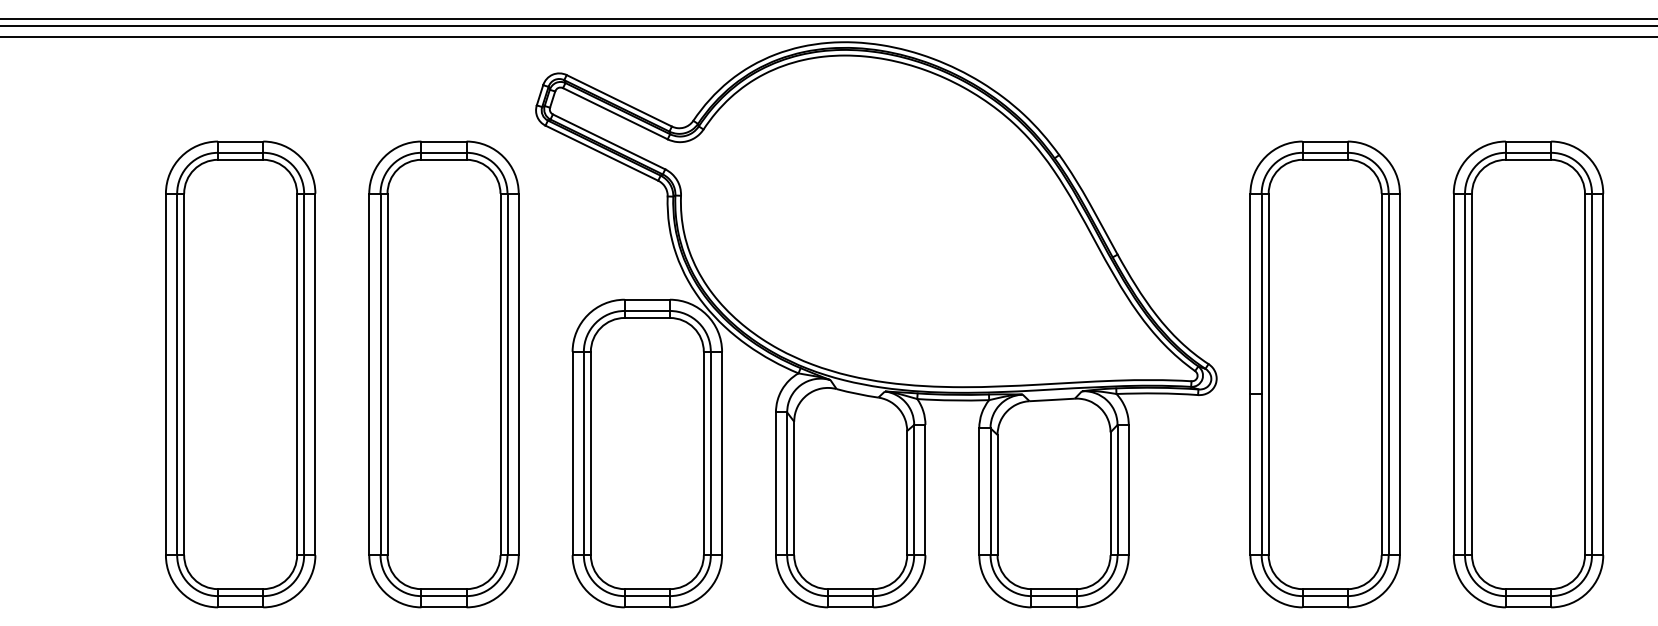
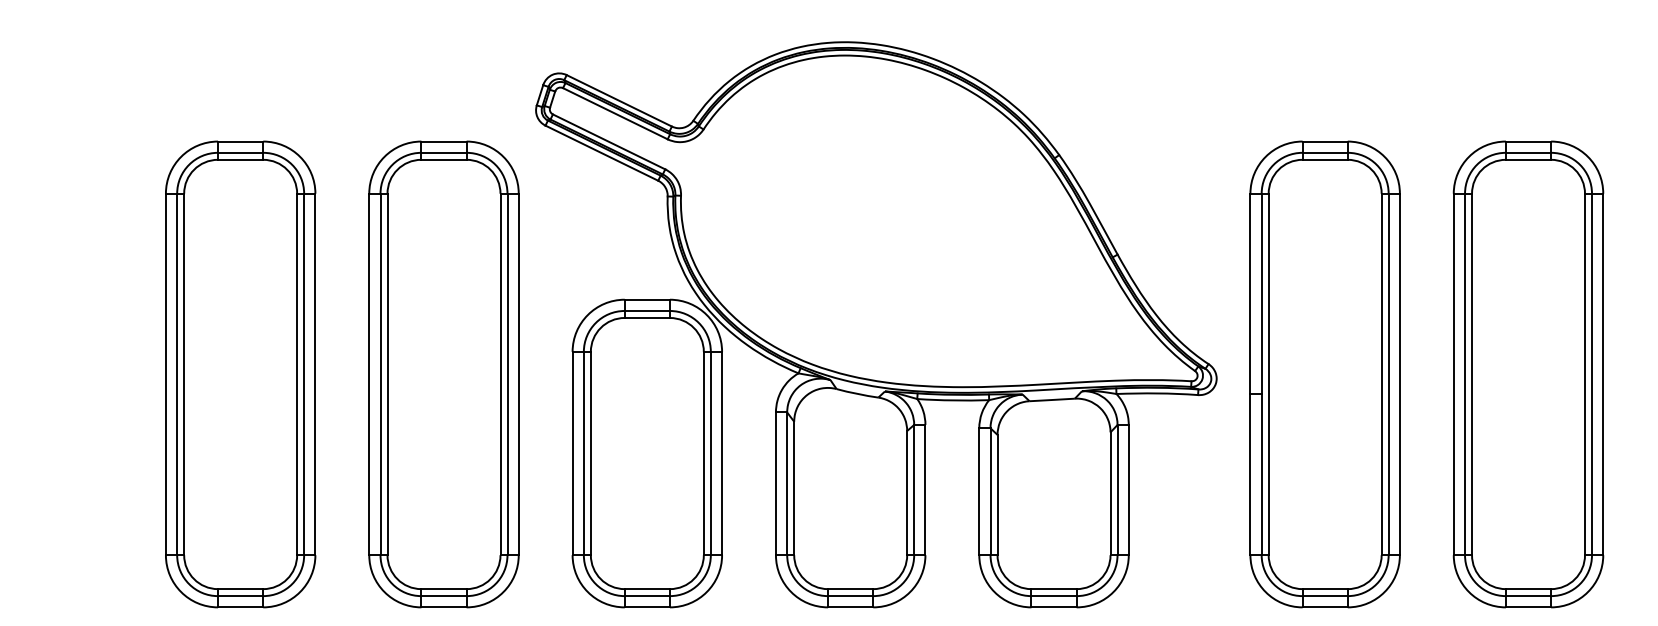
line at (828, 18): present -> none
line at (828, 25): present -> none
line at (828, 36): present -> none
